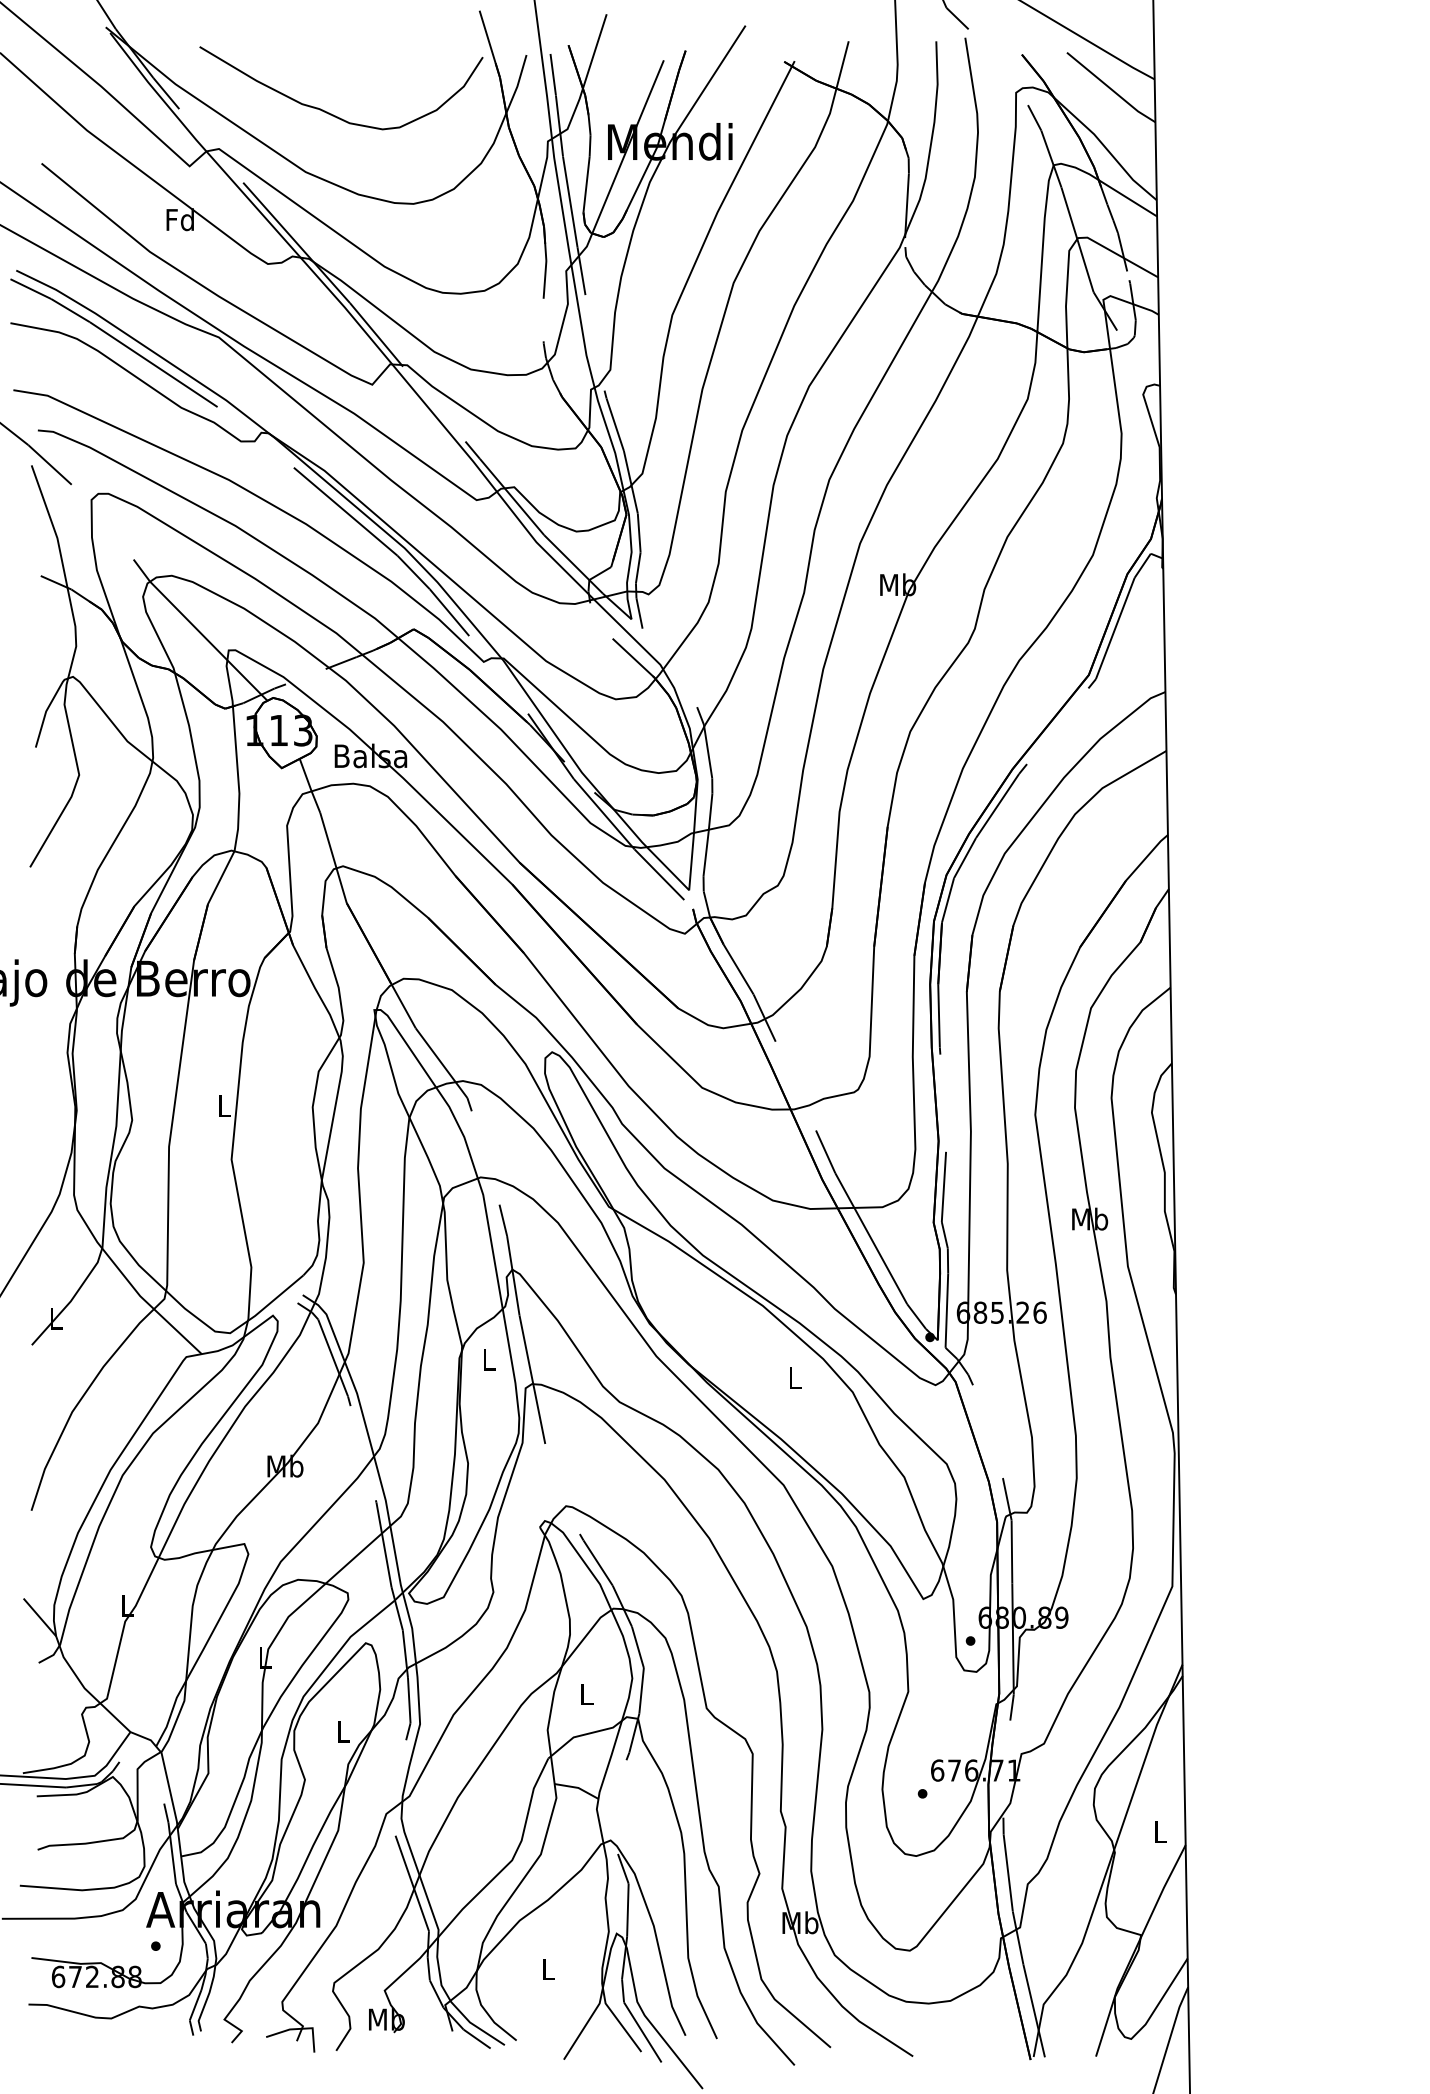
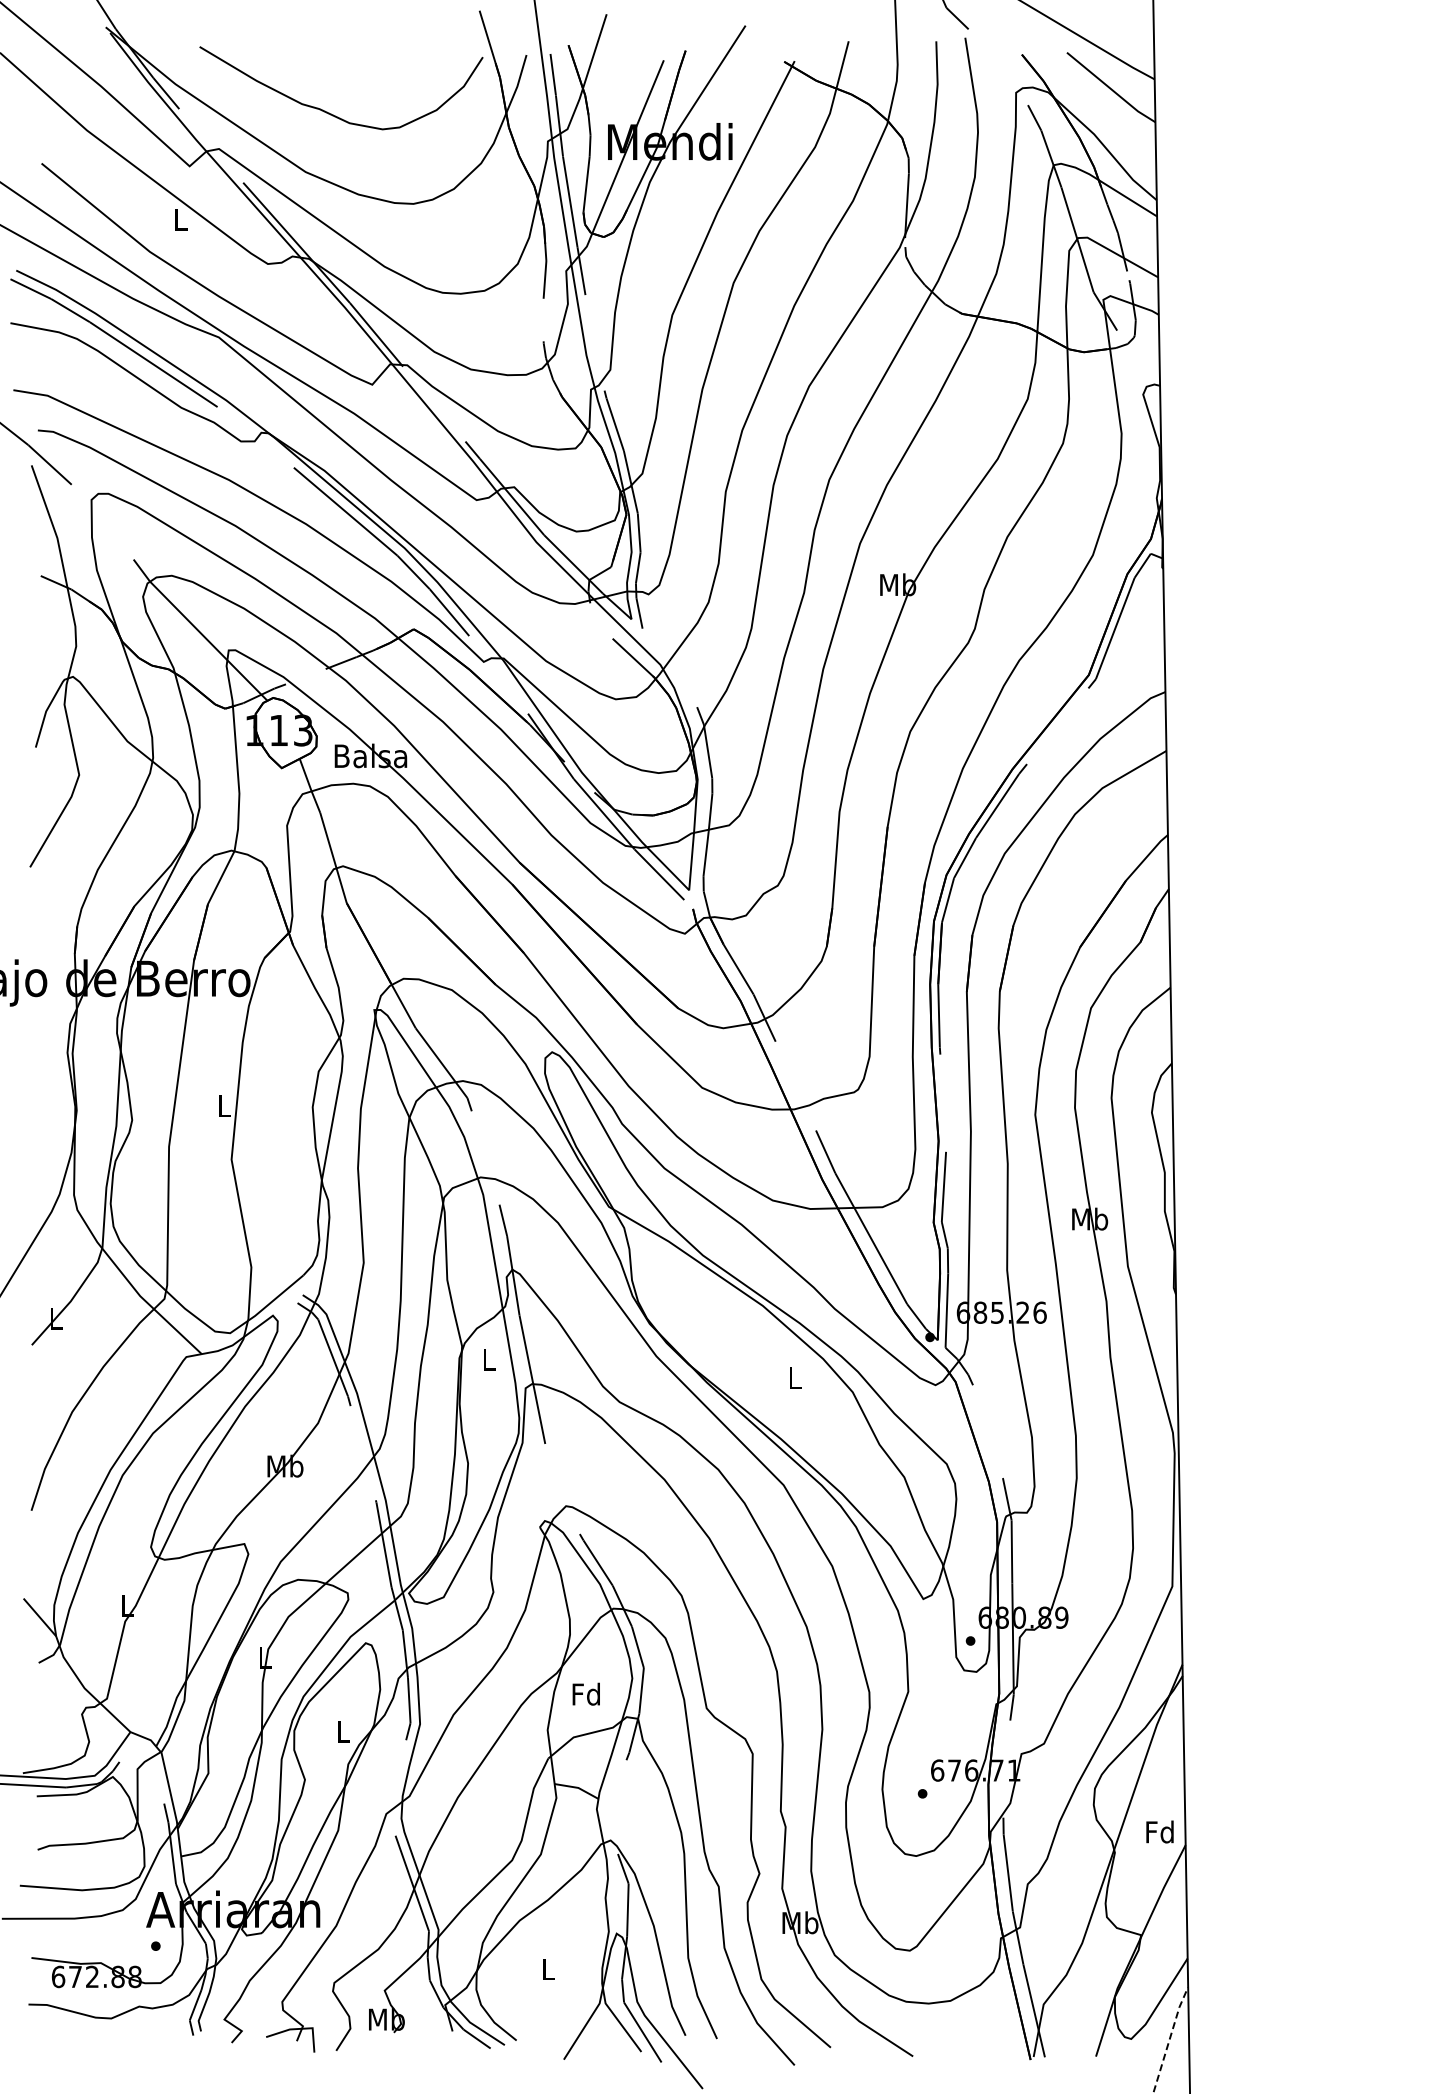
text at (179, 219): Fd -> L
text at (585, 1693): L -> Fd
text at (1159, 1831): L -> Fd
line at (1169, 2038): solid -> dashed
